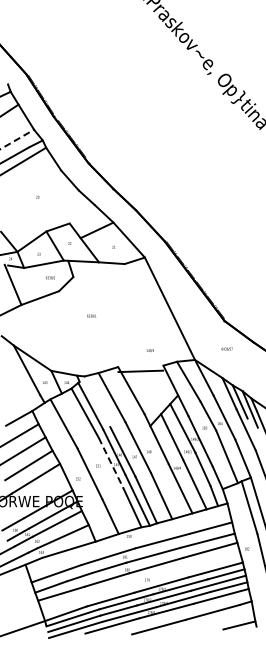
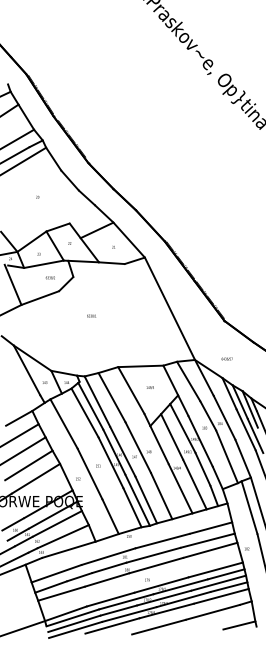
line at (17, 139): dashed -> solid
text at (226, 348) position: (226, 348) -> (226, 358)
text at (149, 350) position: (149, 350) -> (149, 387)
line at (140, 371) position: (140, 371) -> (140, 366)
line at (97, 401): none -> present
line at (254, 435): none -> present
line at (111, 463): dashed -> solid
